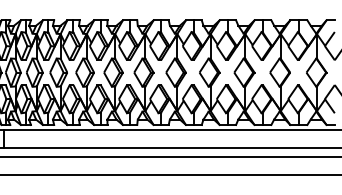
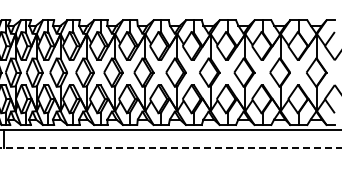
line at (171, 148): solid -> dashed
line at (170, 156): present -> none
line at (170, 174): present -> none
